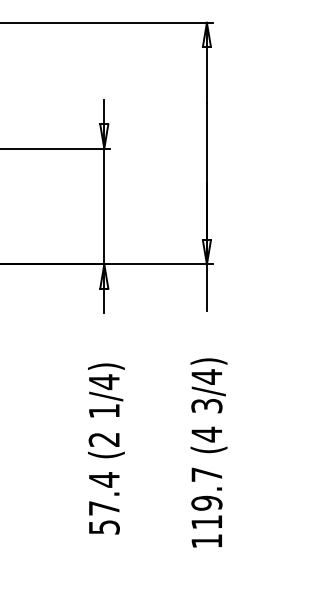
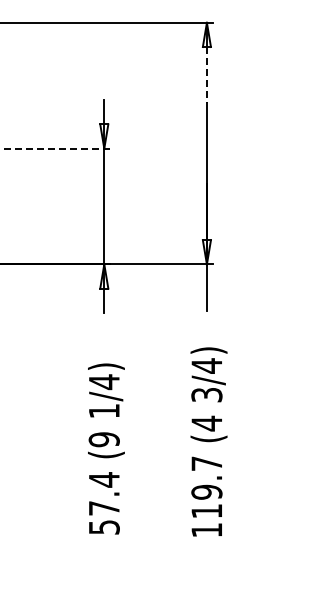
line at (206, 75): solid -> dashed
line at (55, 148): solid -> dashed
text at (103, 439): (2 -> (9
text at (208, 452) position: (208, 452) -> (208, 441)
